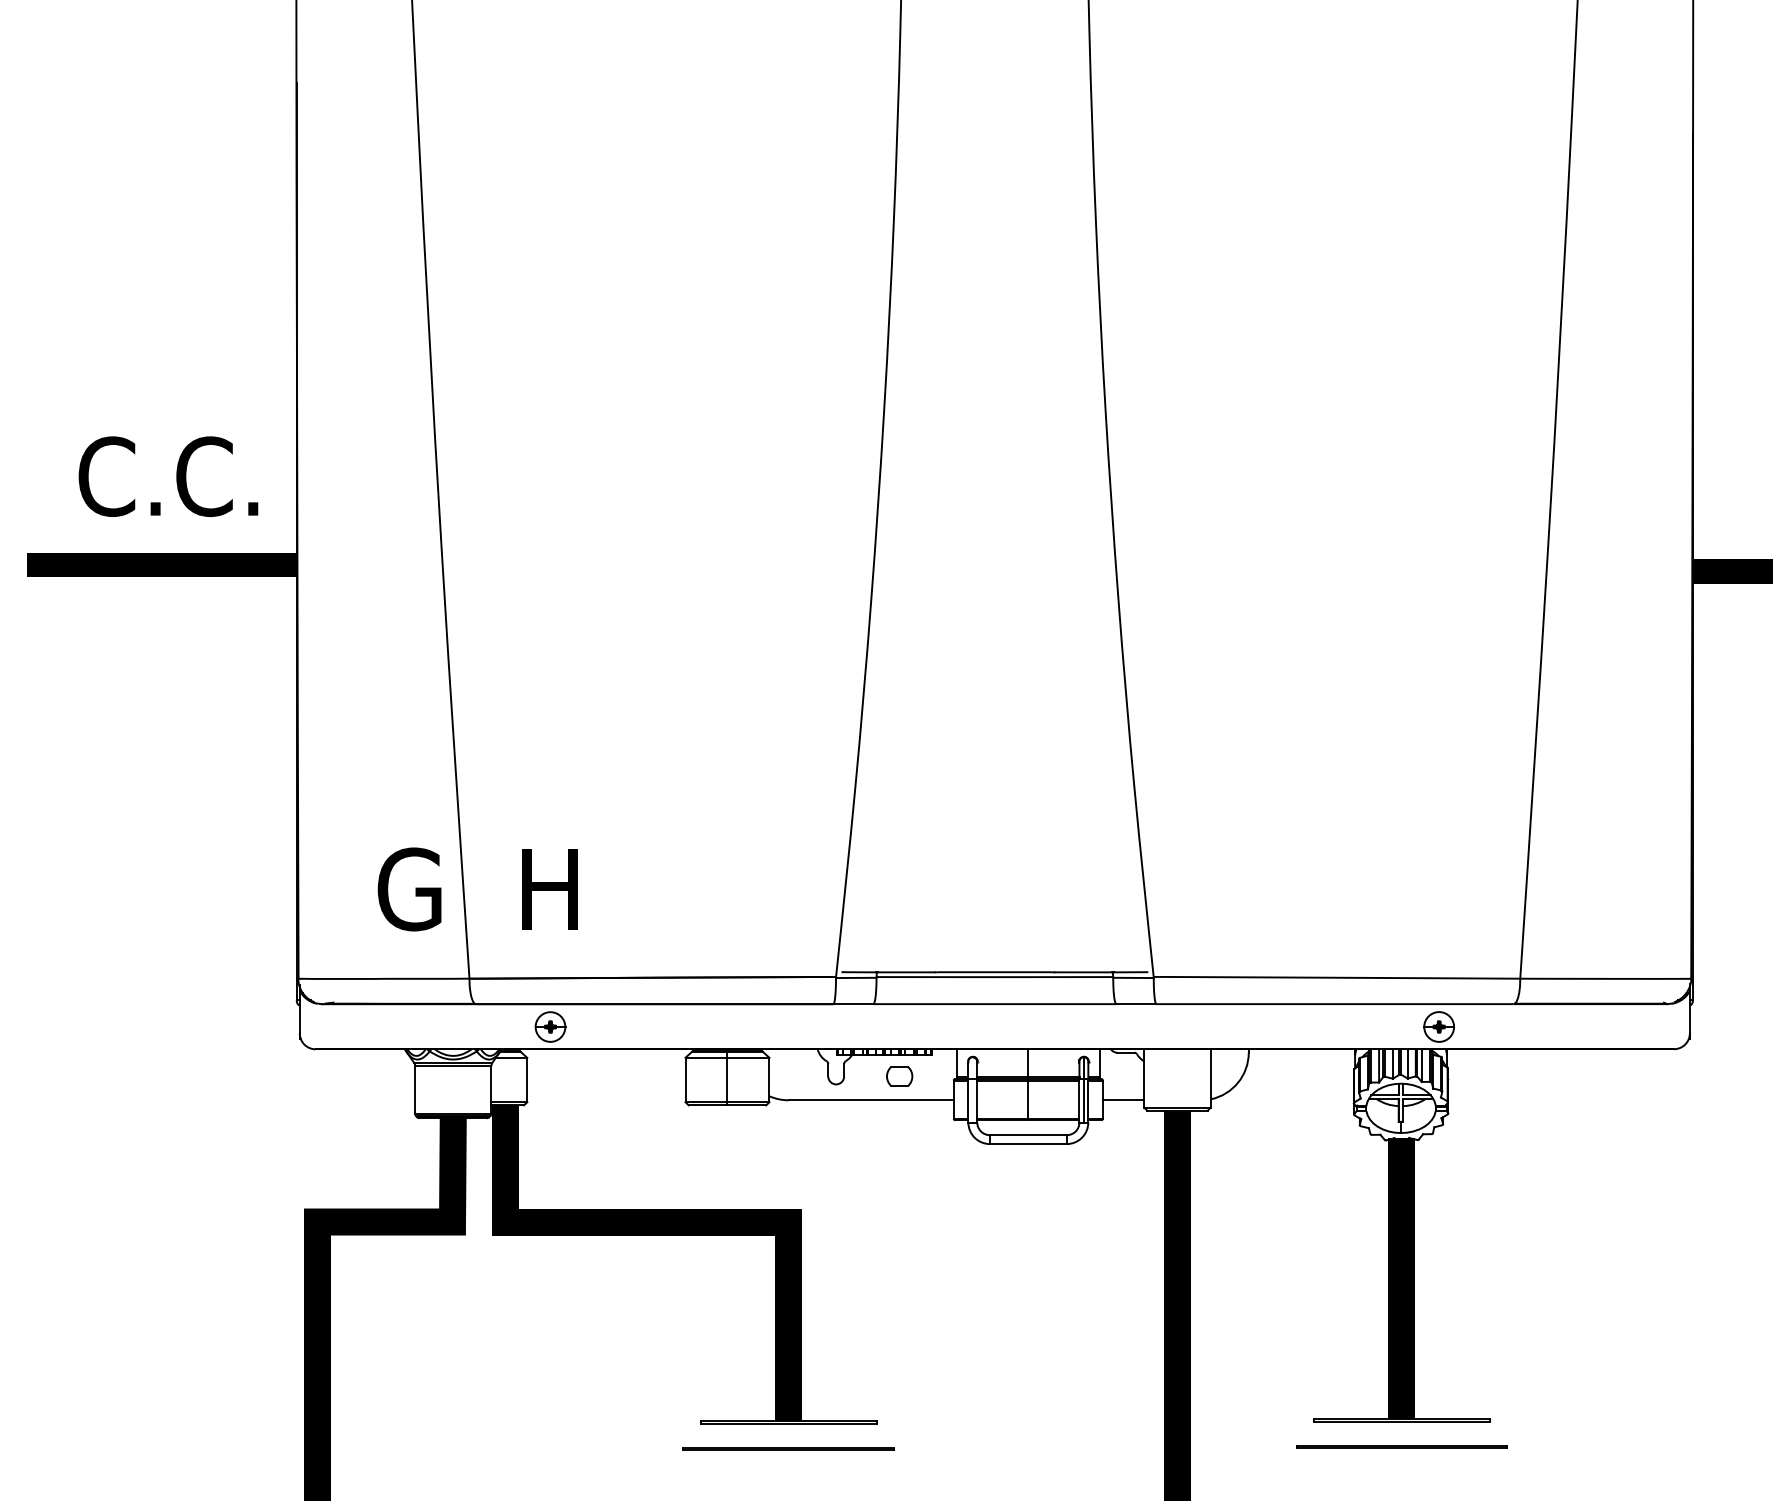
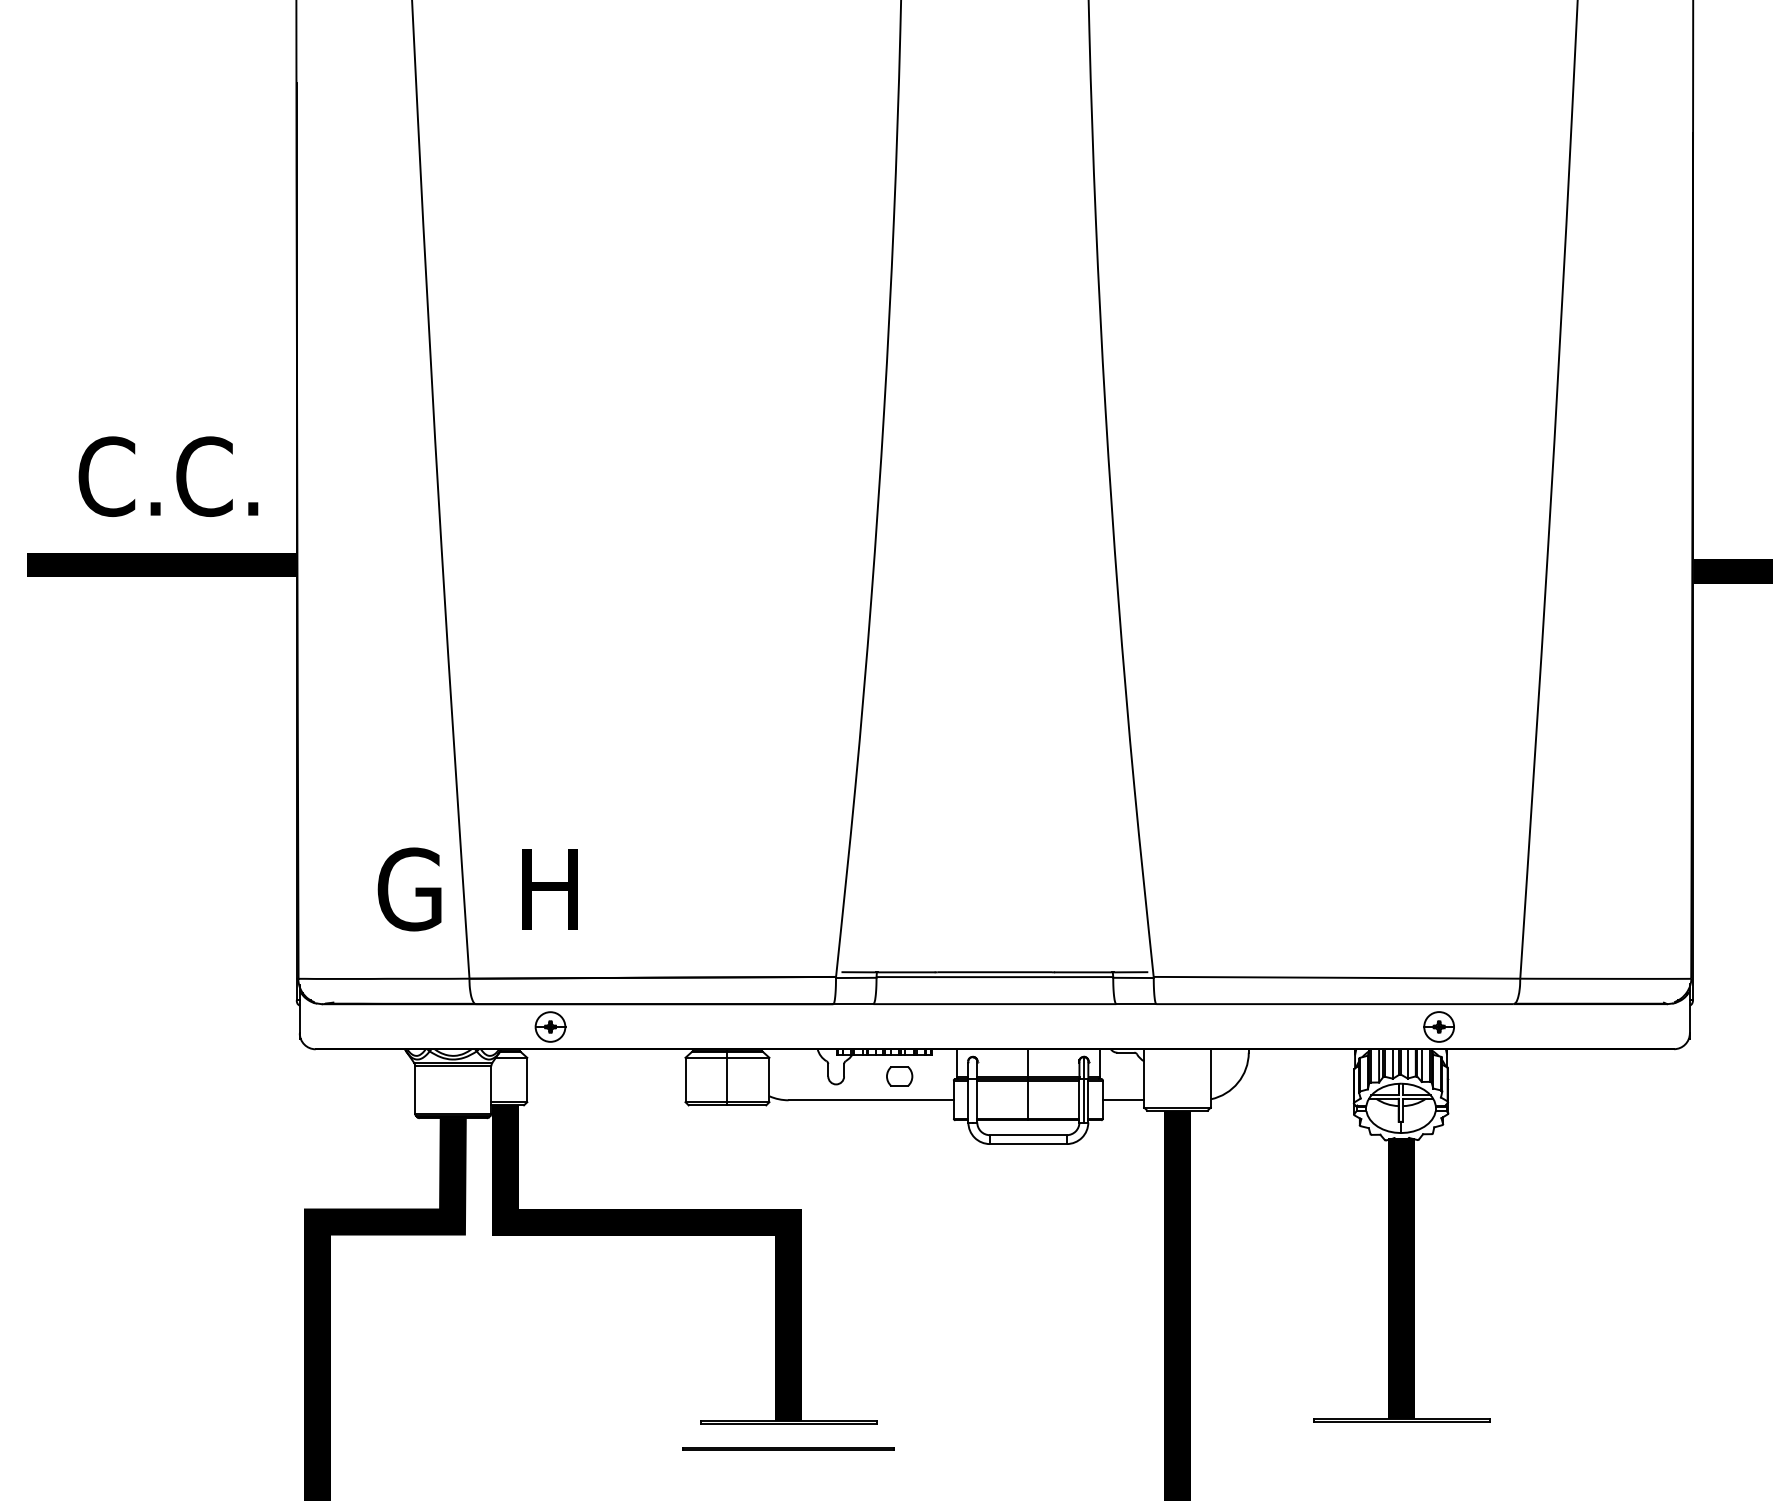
line at (1401, 1446): present -> none
